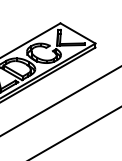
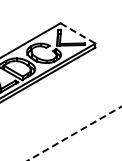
line at (78, 33): solid -> dashed
line at (60, 100): present -> none
line at (74, 133): solid -> dashed
